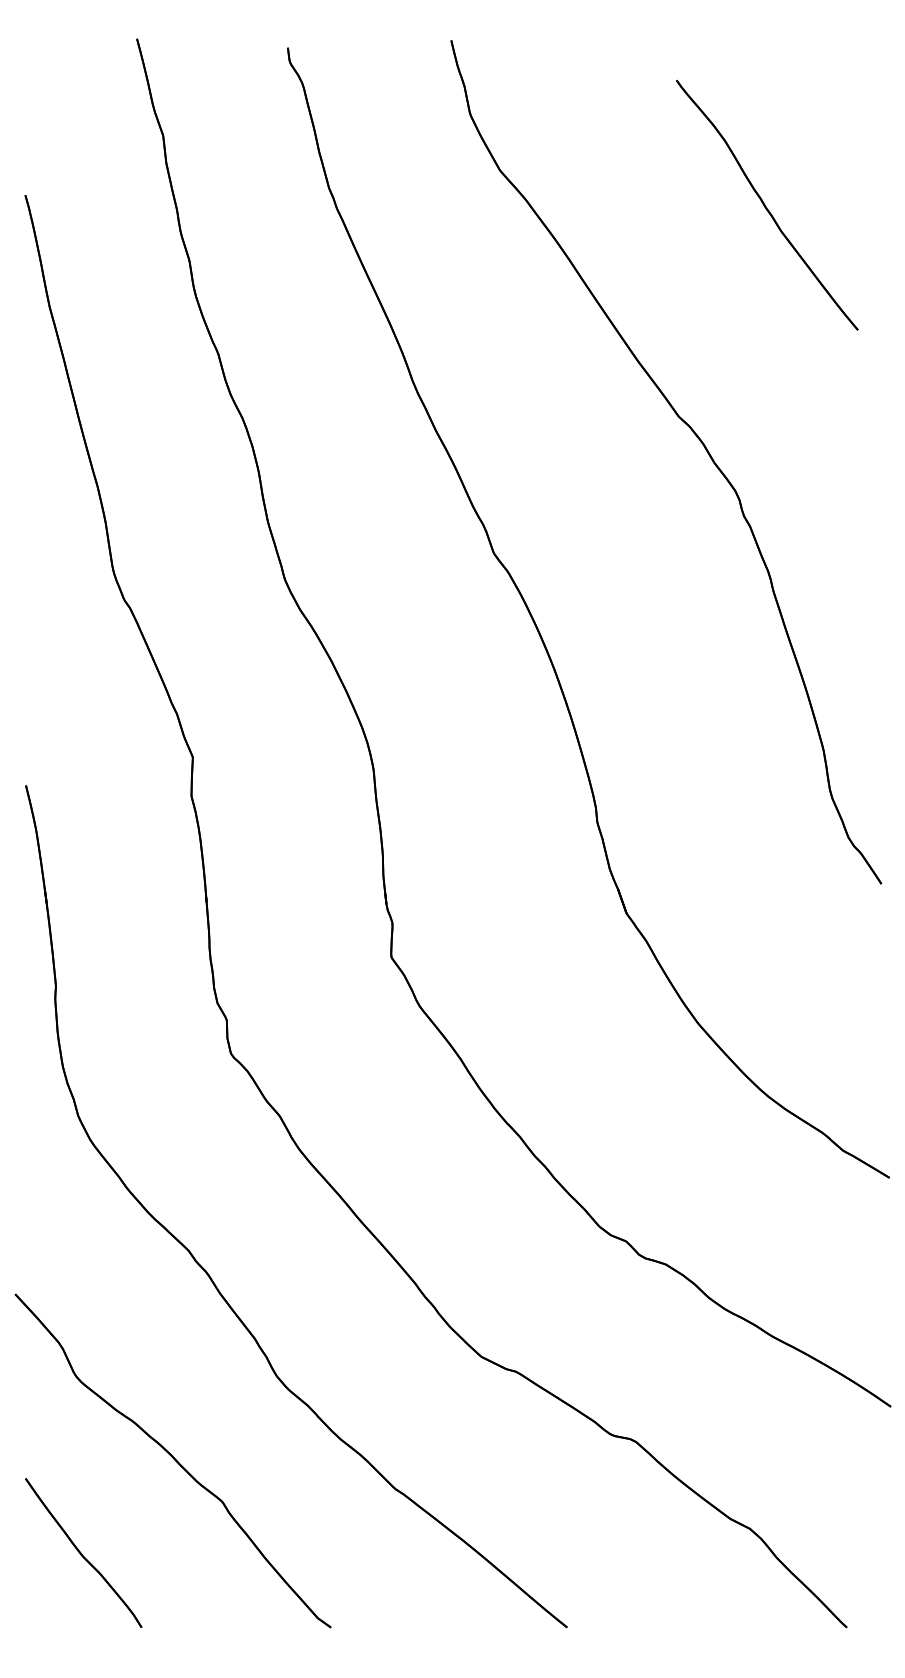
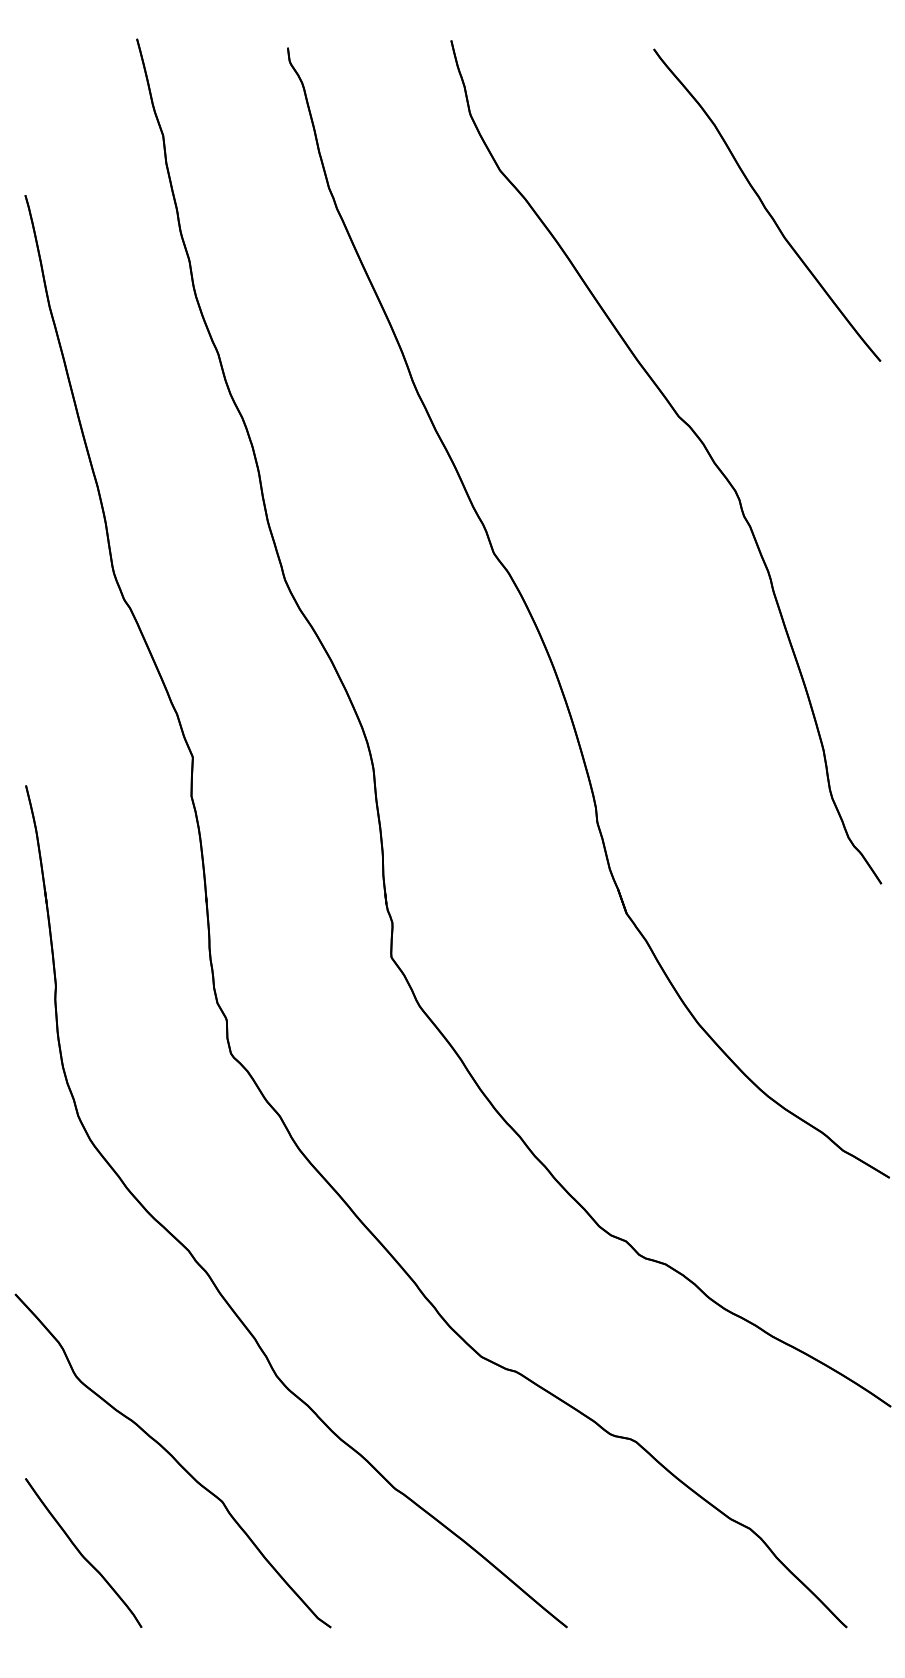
part at (767, 204) size: 183x252 px -> 229x314 px
